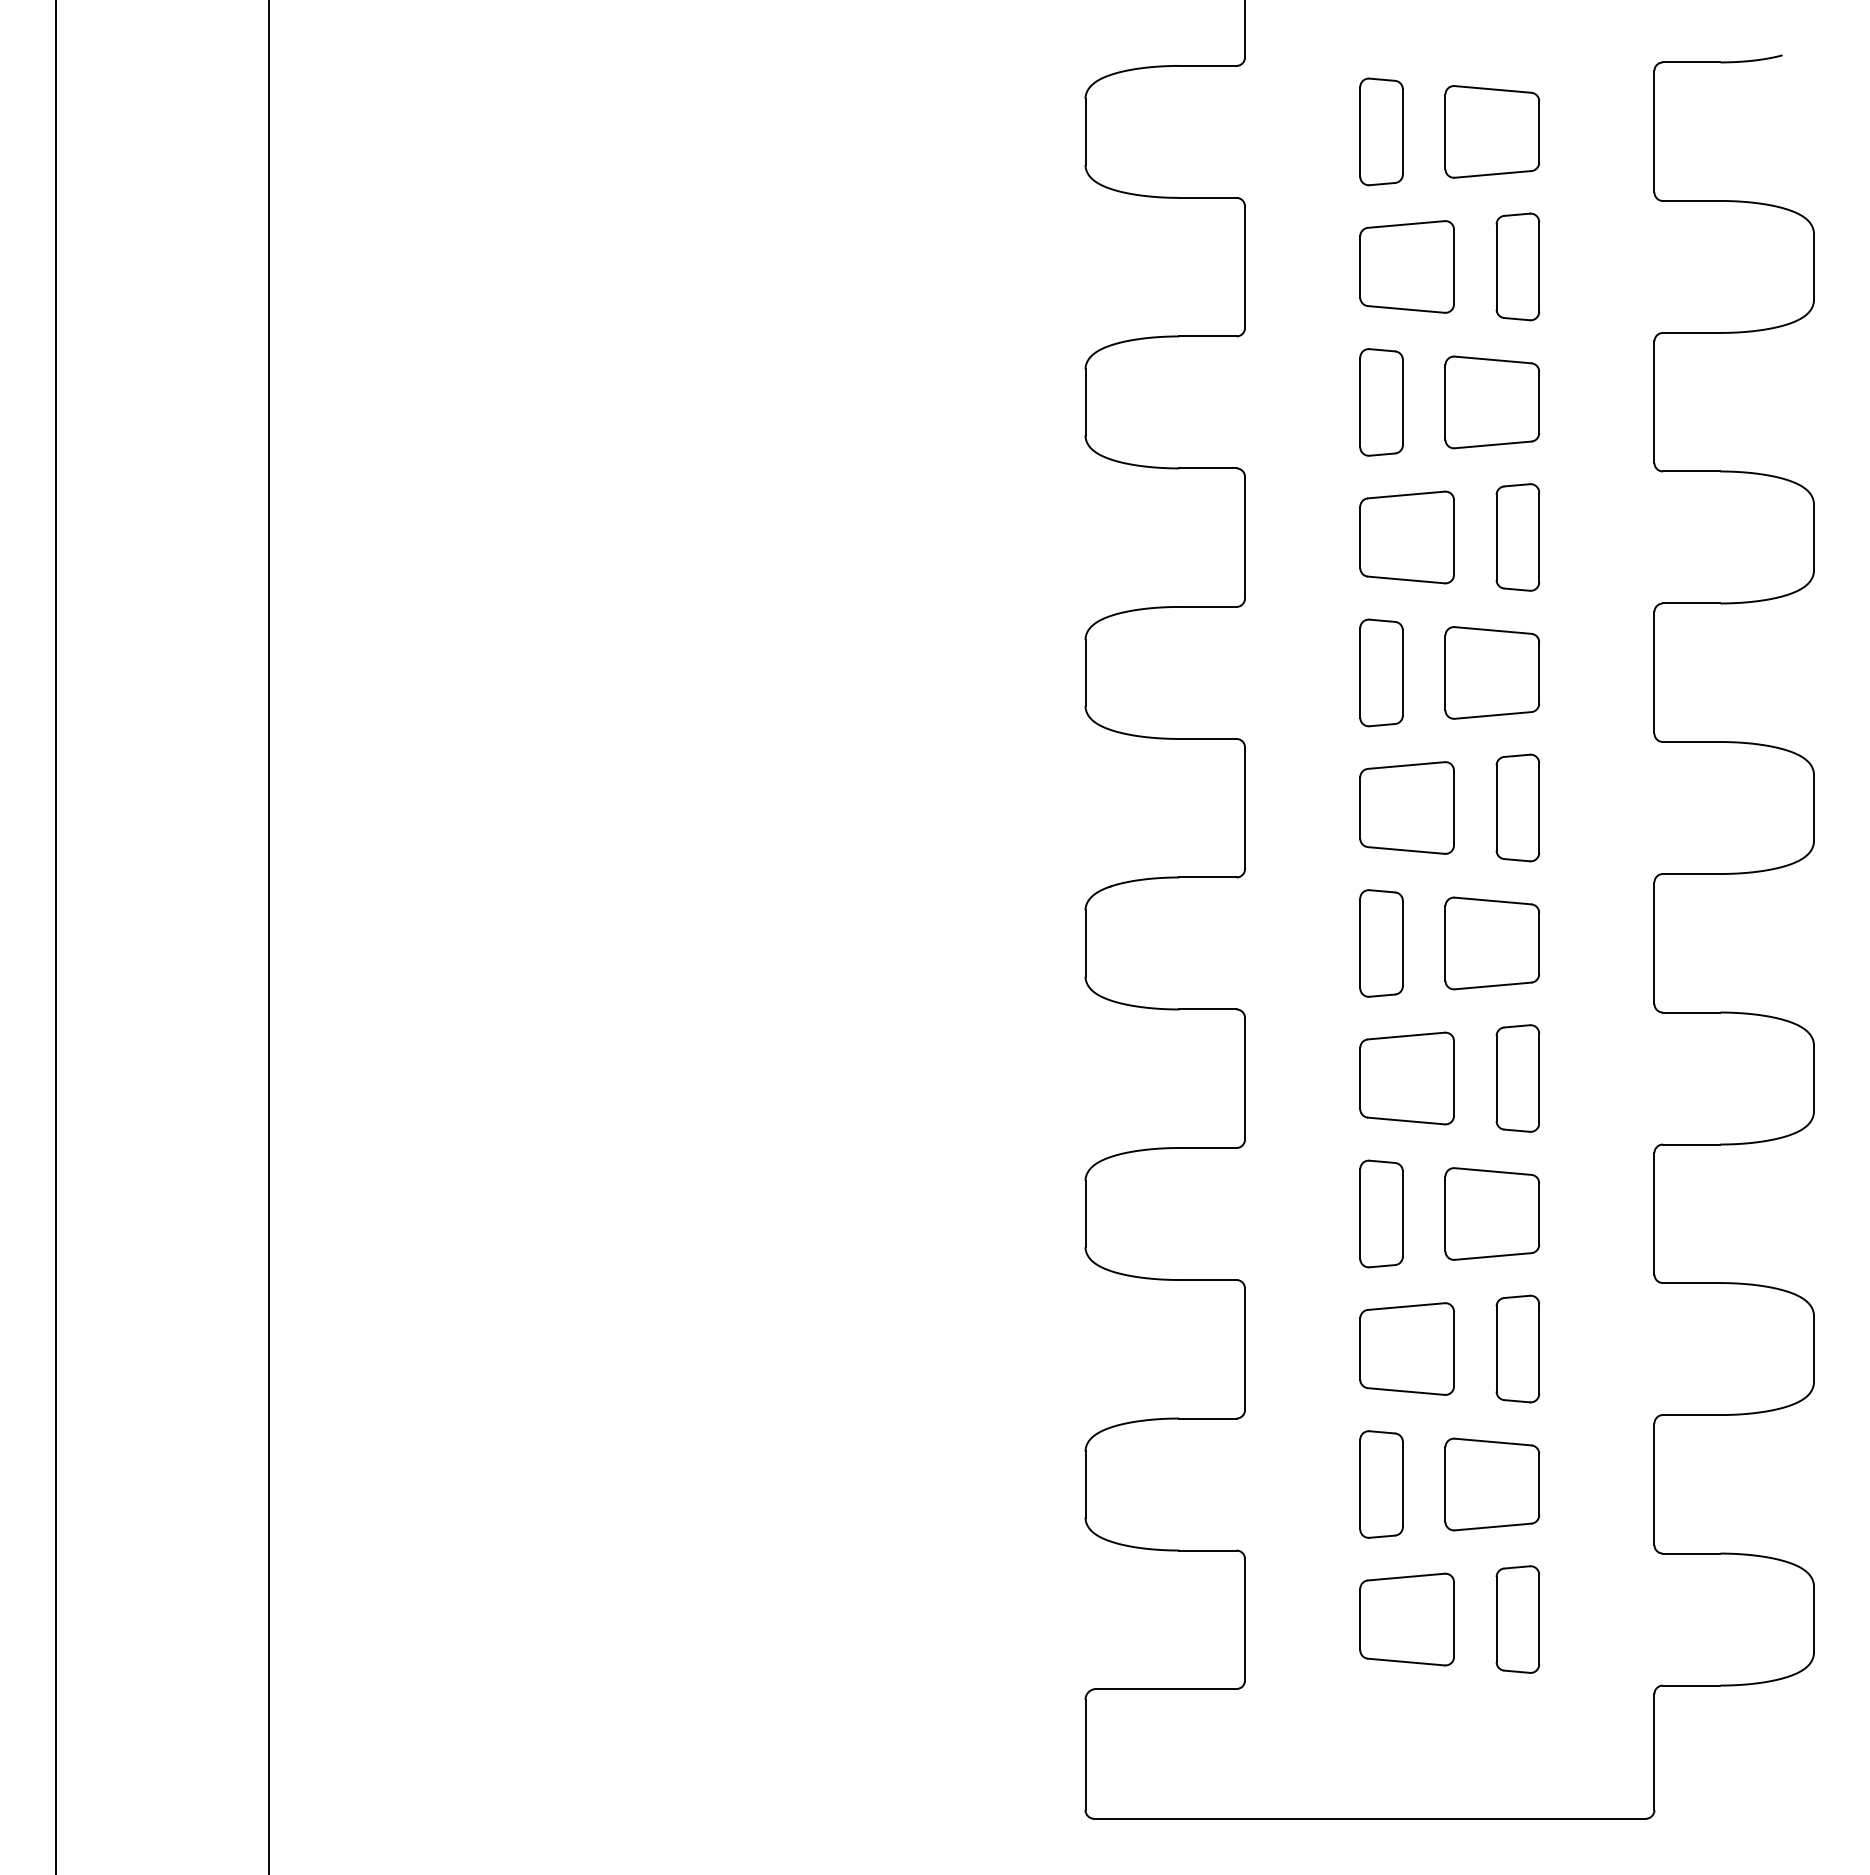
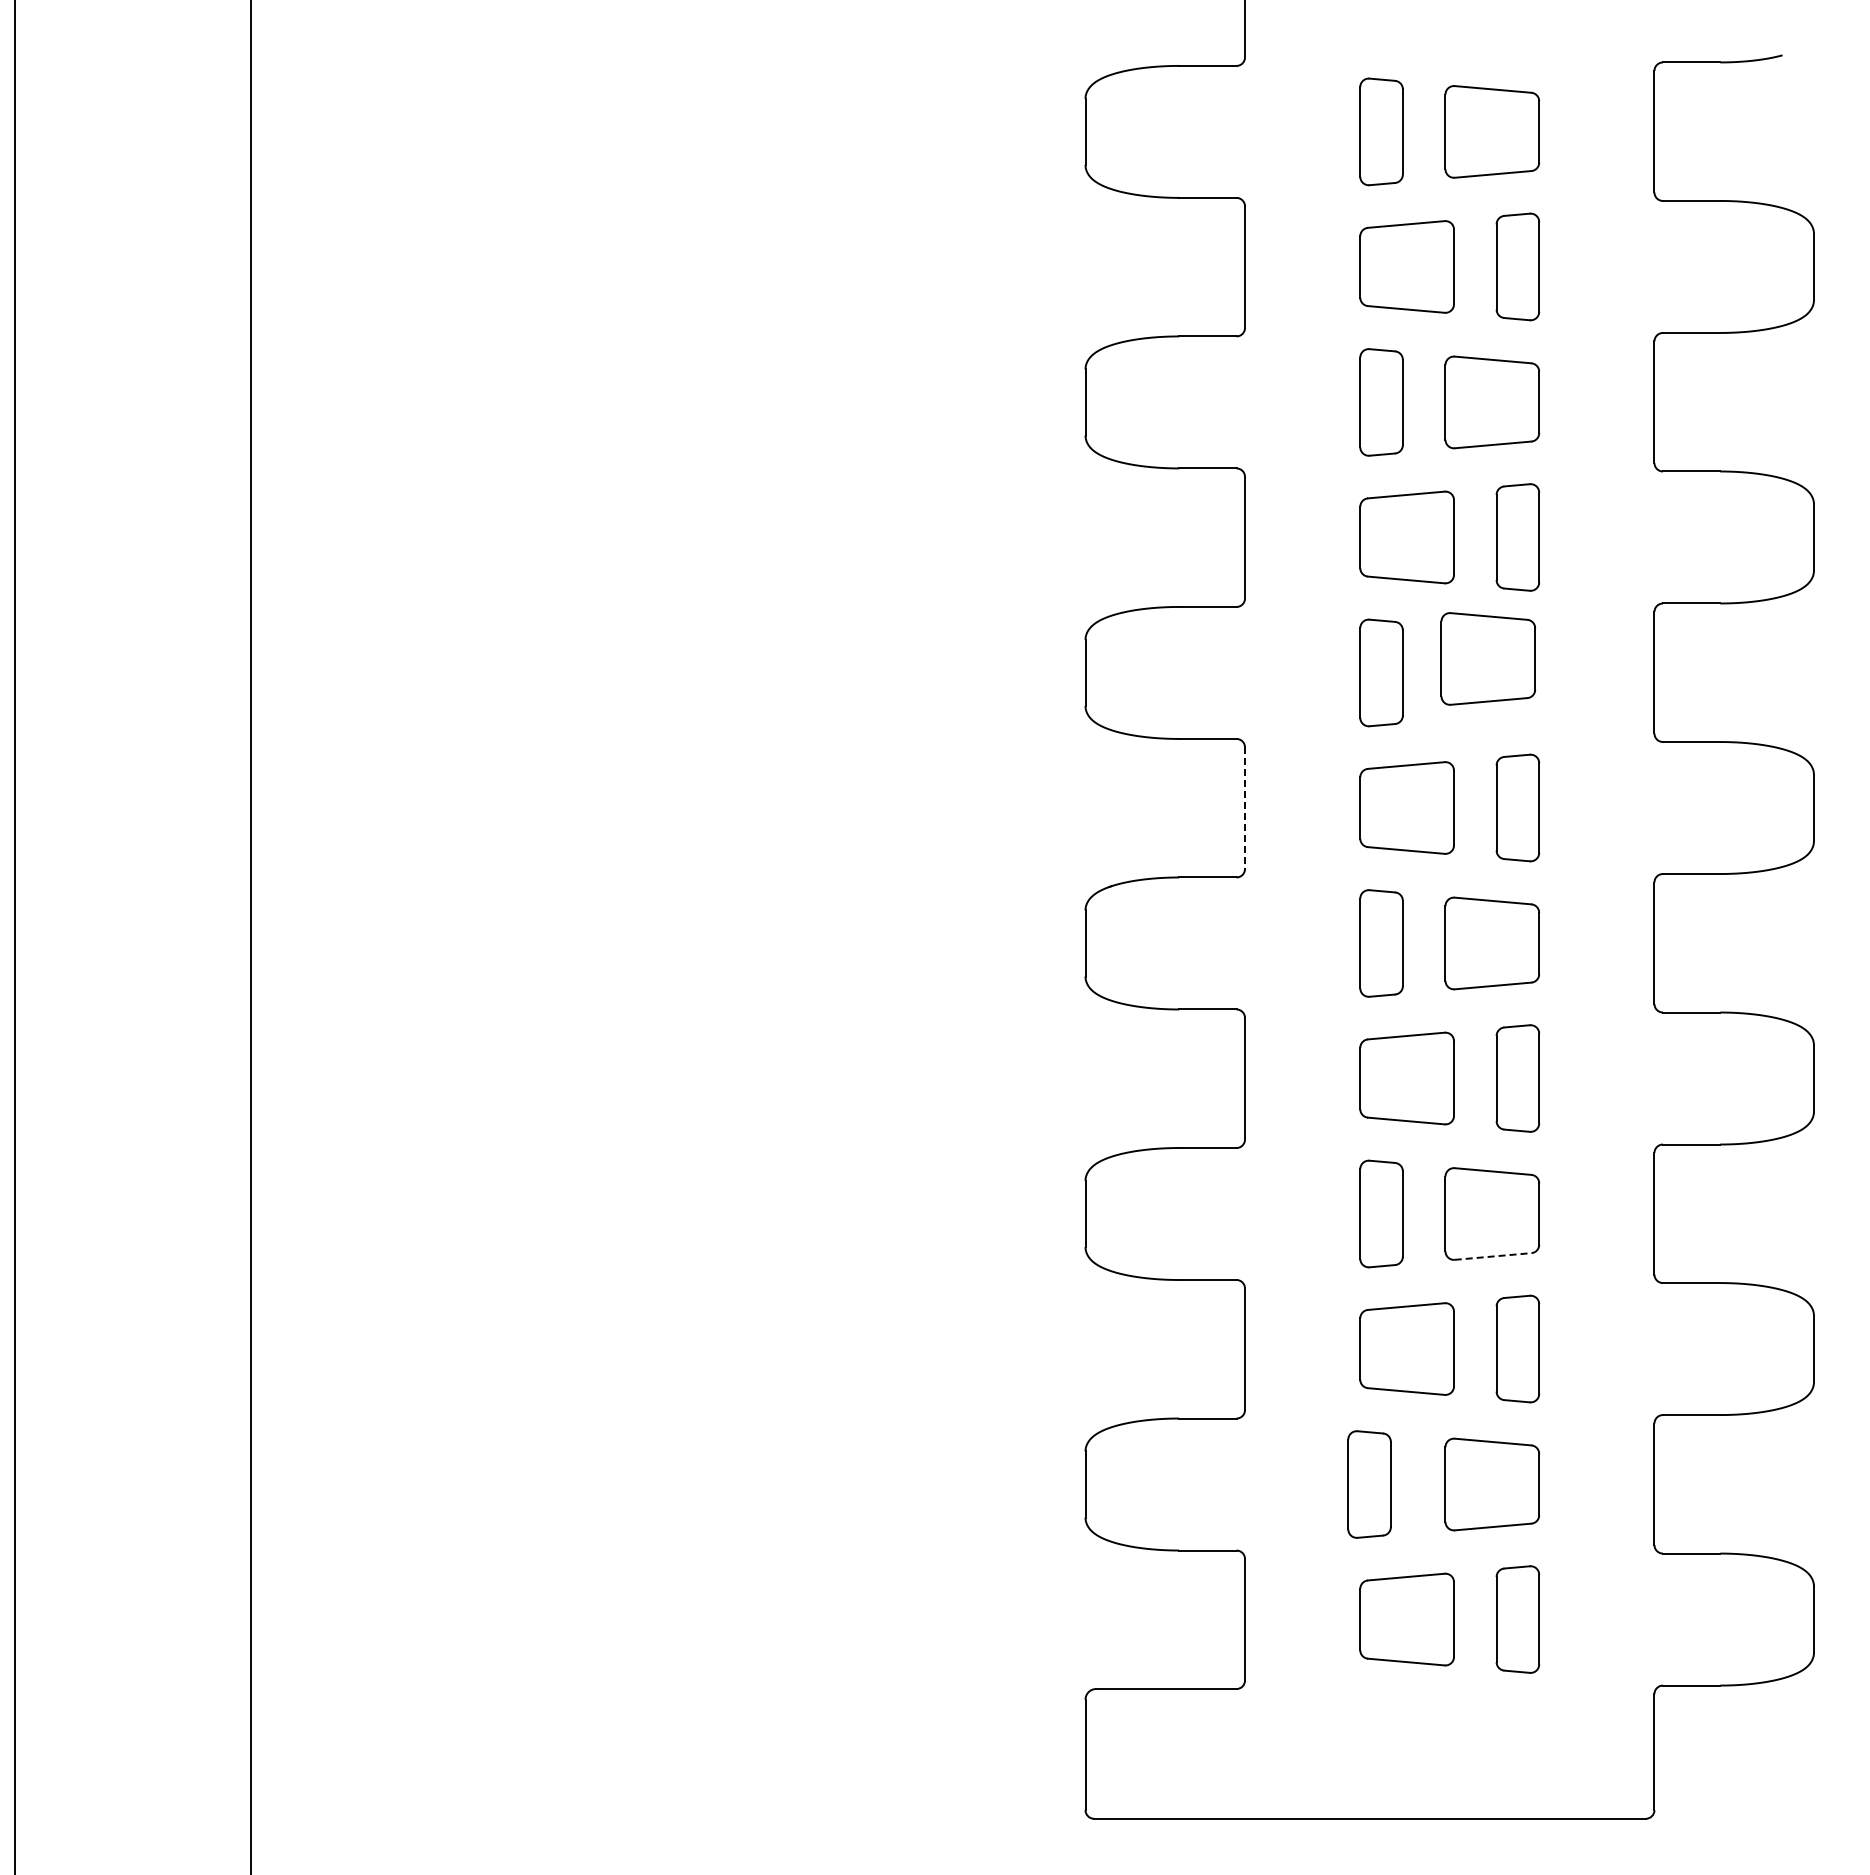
part at (1492, 672) position: (1492, 672) -> (1488, 658)
line at (1245, 808): solid -> dashed
line at (56, 936) position: (56, 936) -> (15, 936)
line at (269, 936) position: (269, 936) -> (251, 936)
line at (1493, 1256): solid -> dashed
part at (1381, 1484) position: (1381, 1484) -> (1369, 1484)
